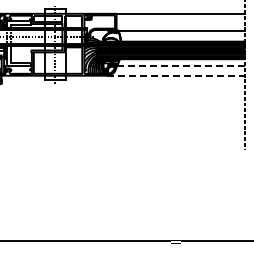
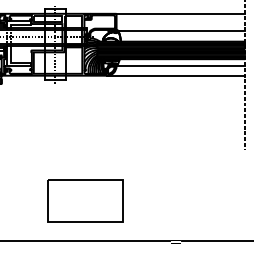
line at (180, 66): dashed -> solid
line at (176, 75): dashed -> solid
part at (85, 200): none -> present
